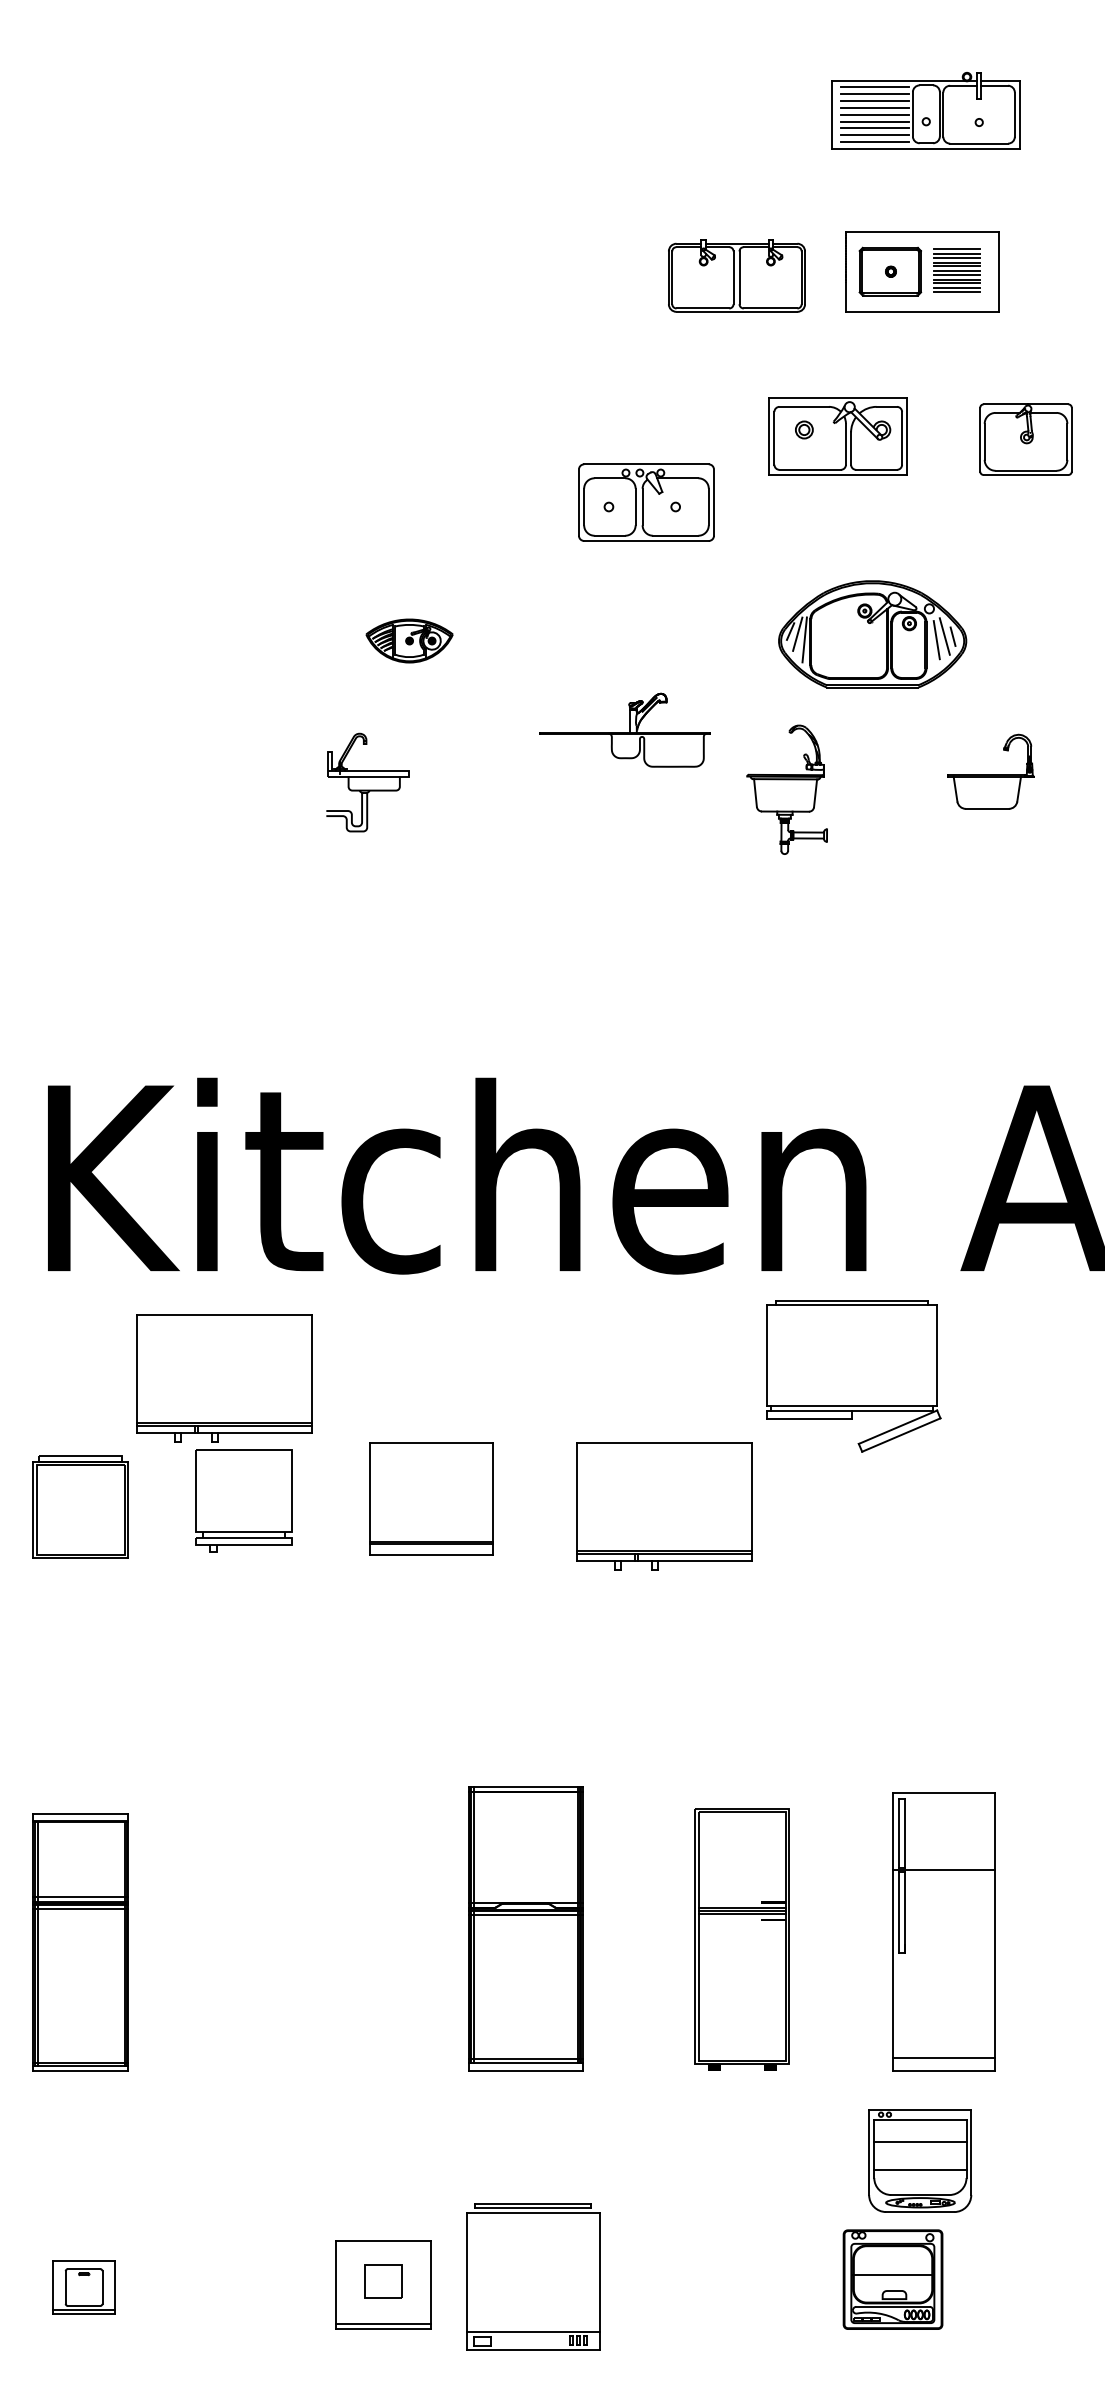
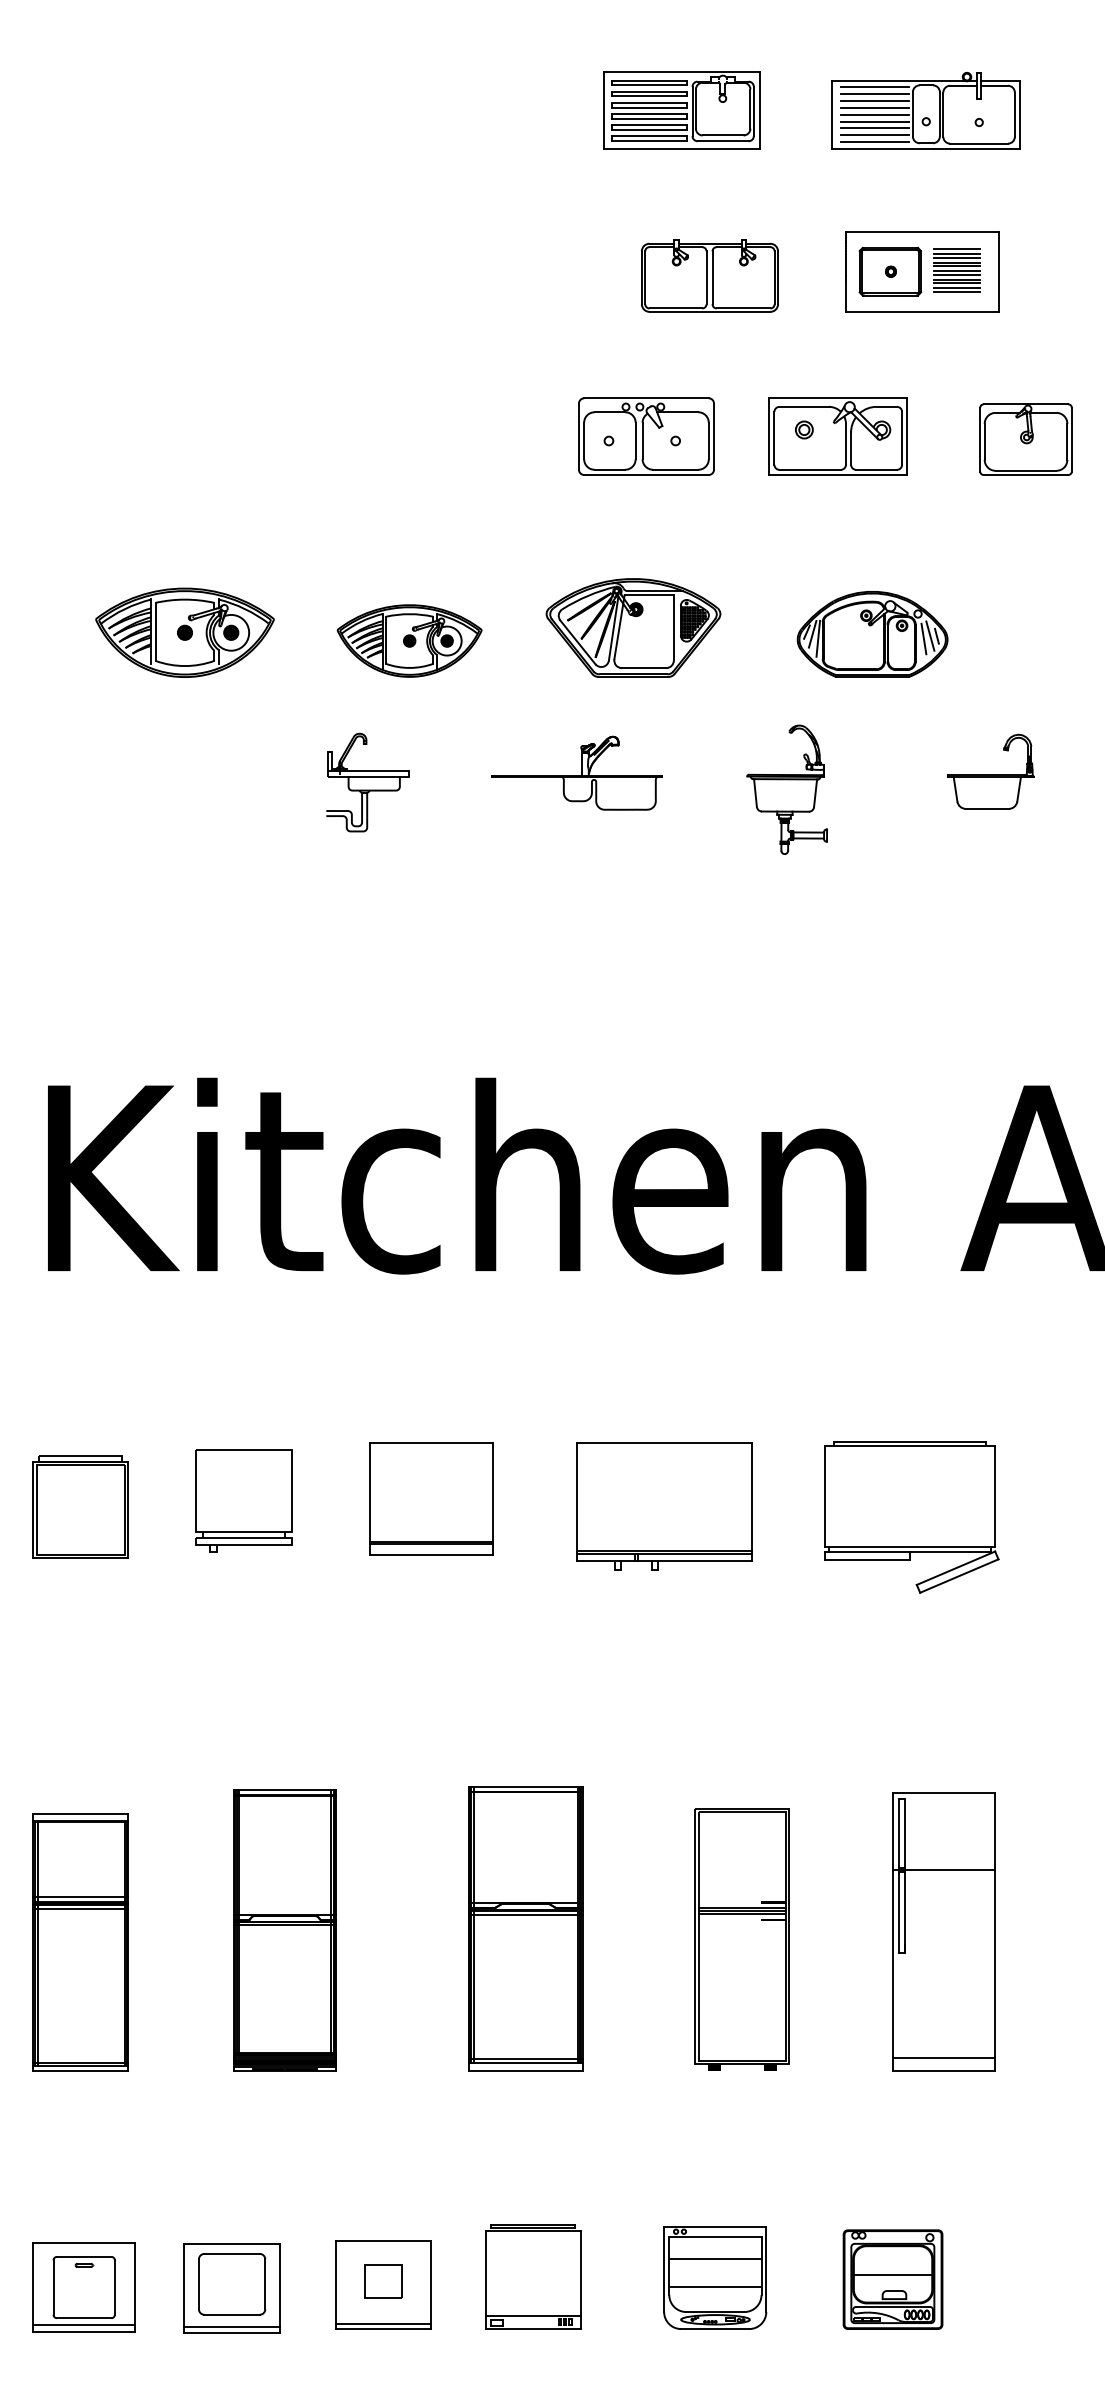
part at (681, 110): none -> present
part at (736, 275) position: (736, 275) -> (709, 275)
part at (646, 502) position: (646, 502) -> (646, 436)
part at (633, 627): none -> present
part at (184, 632): none -> present
part at (872, 634) size: 190x109 px -> 153x87 px
part at (409, 640) size: 89x46 px -> 147x74 px
part at (624, 729) position: (624, 729) -> (576, 772)
part at (853, 1376) position: (853, 1376) -> (911, 1517)
part at (224, 1378): present -> none
part at (284, 1930): none -> present
part at (920, 2160) position: (920, 2160) -> (715, 2277)
part at (533, 2276) size: 135x148 px -> 97x106 px
part at (83, 2287) size: 64x55 px -> 104x91 px
part at (231, 2288): none -> present
